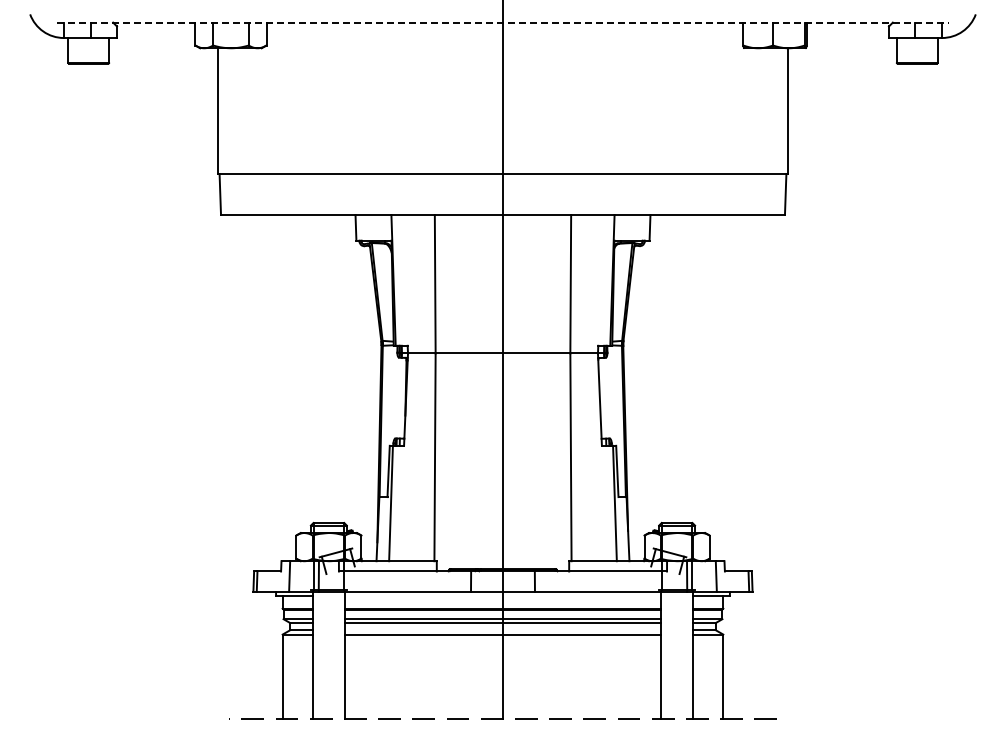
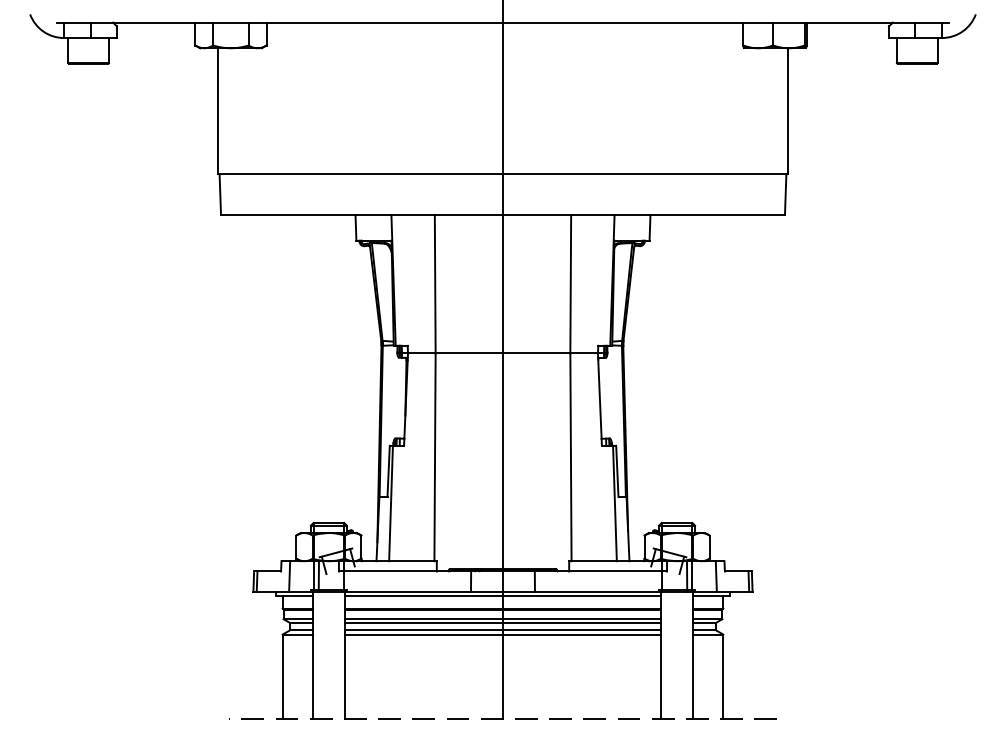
line at (502, 22): dashed -> solid
line at (502, 595): none -> present
line at (502, 630): none -> present
